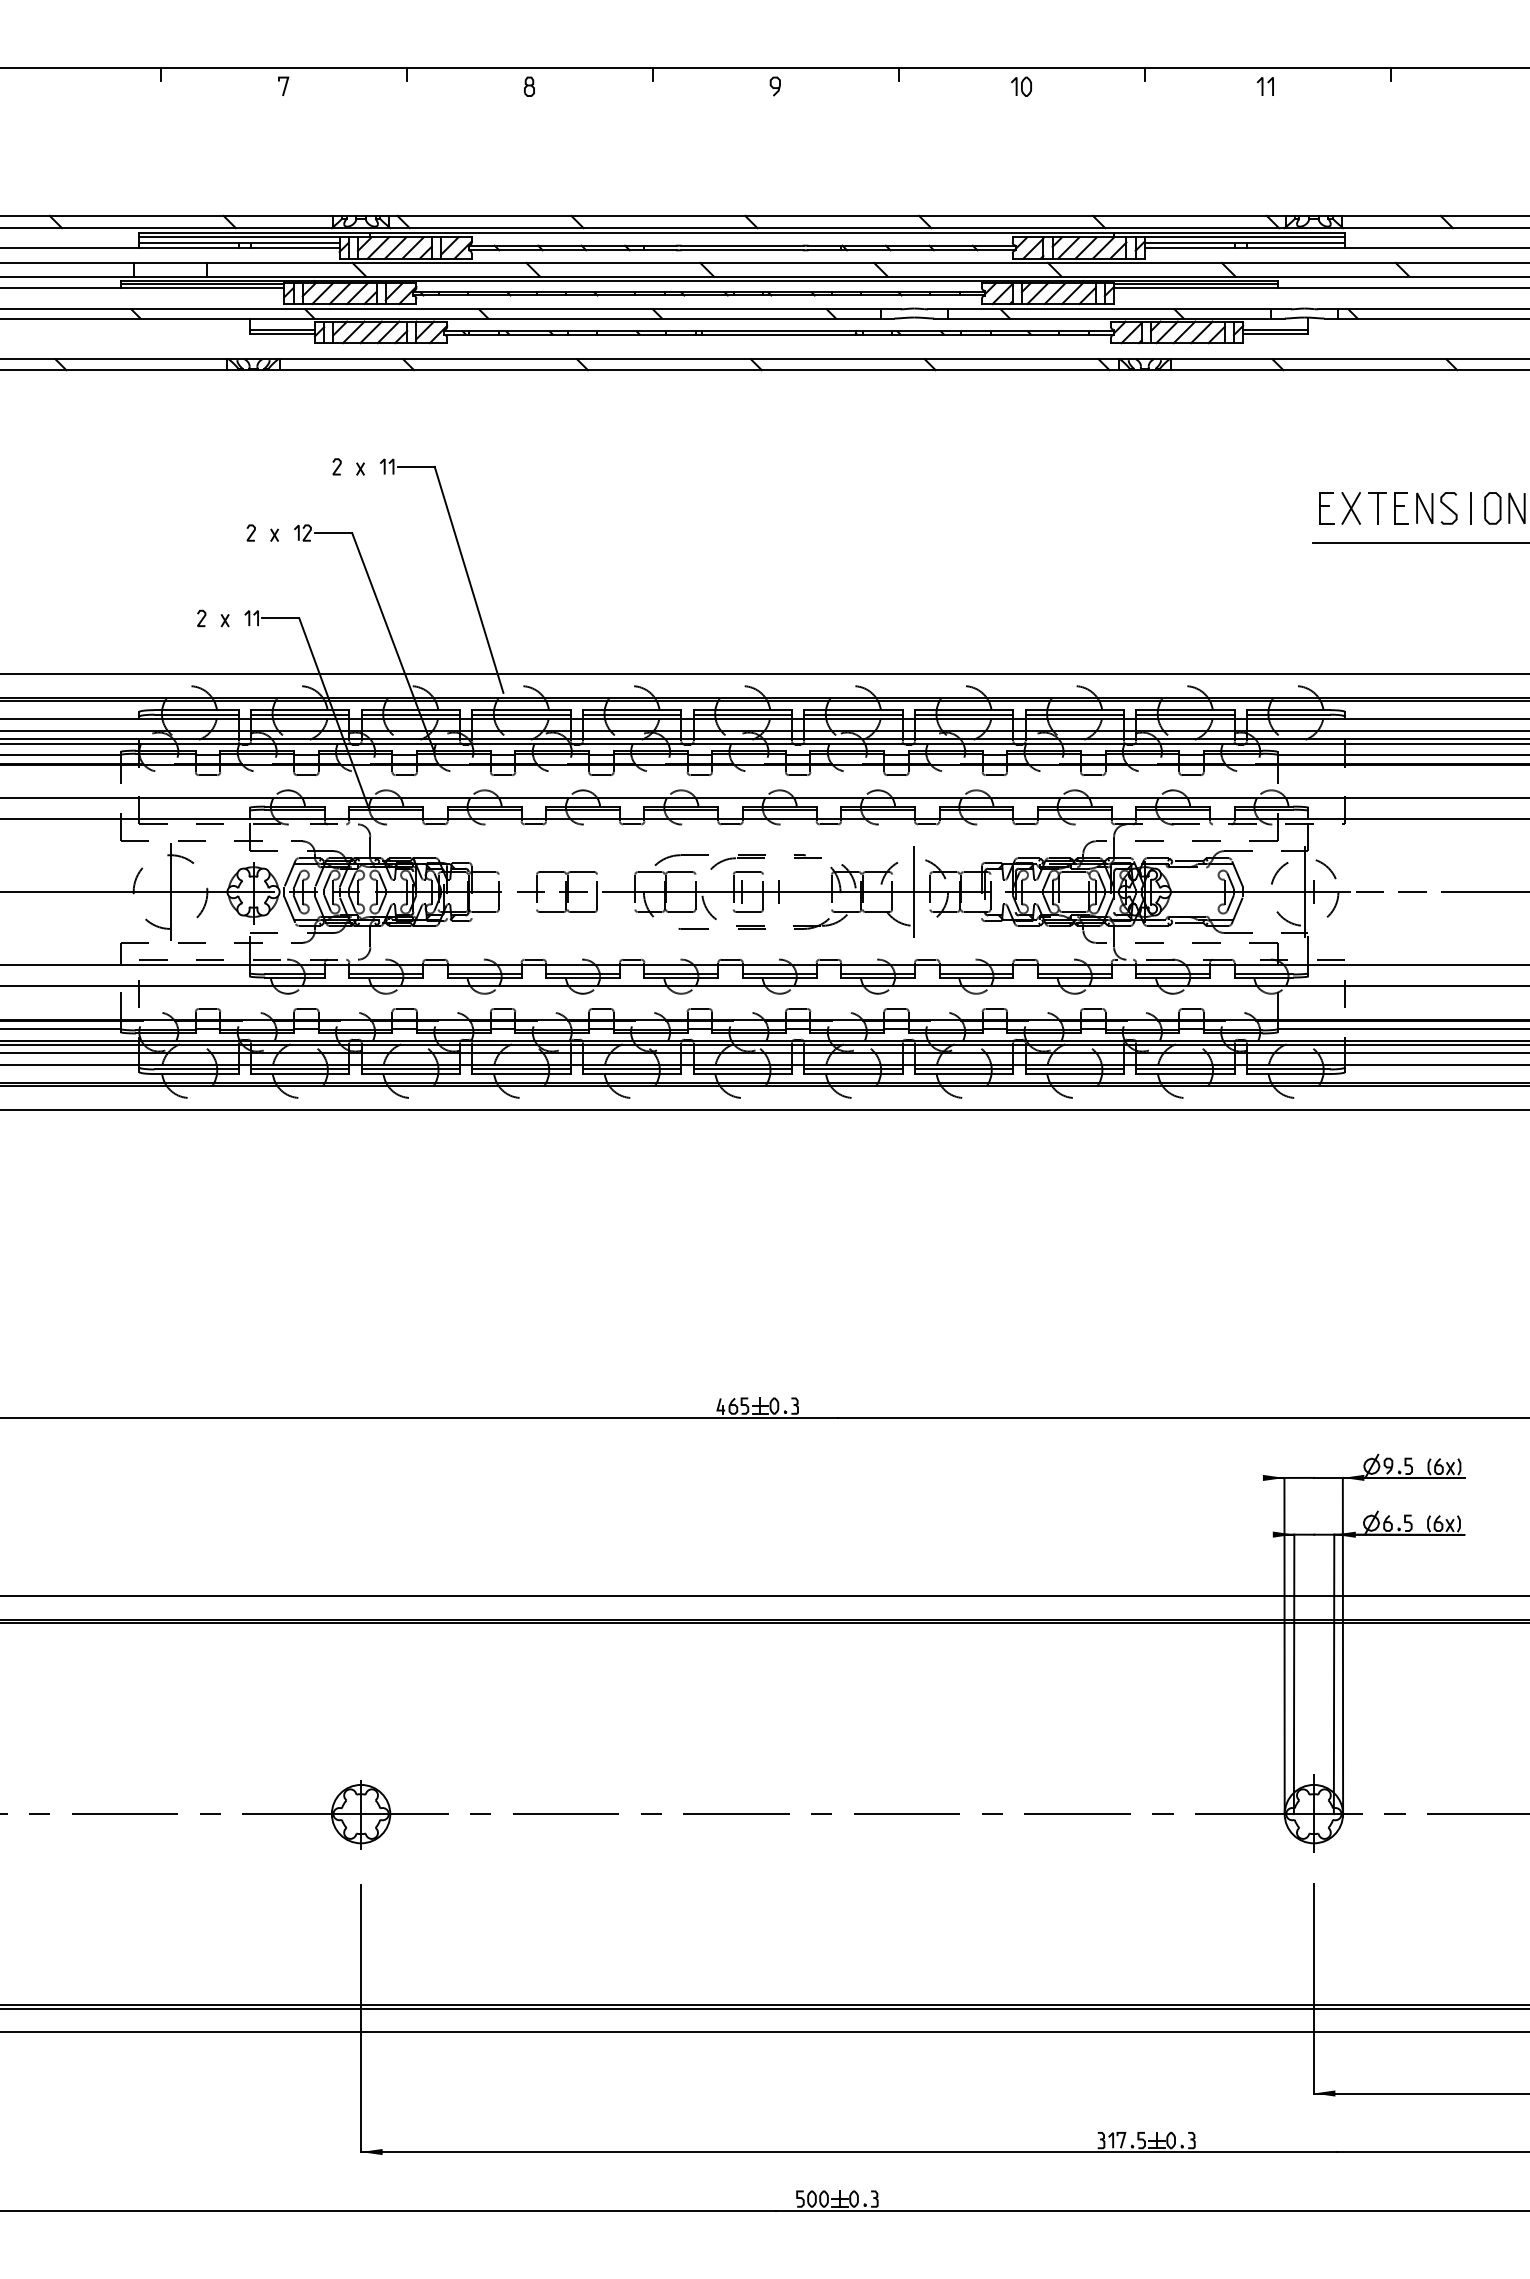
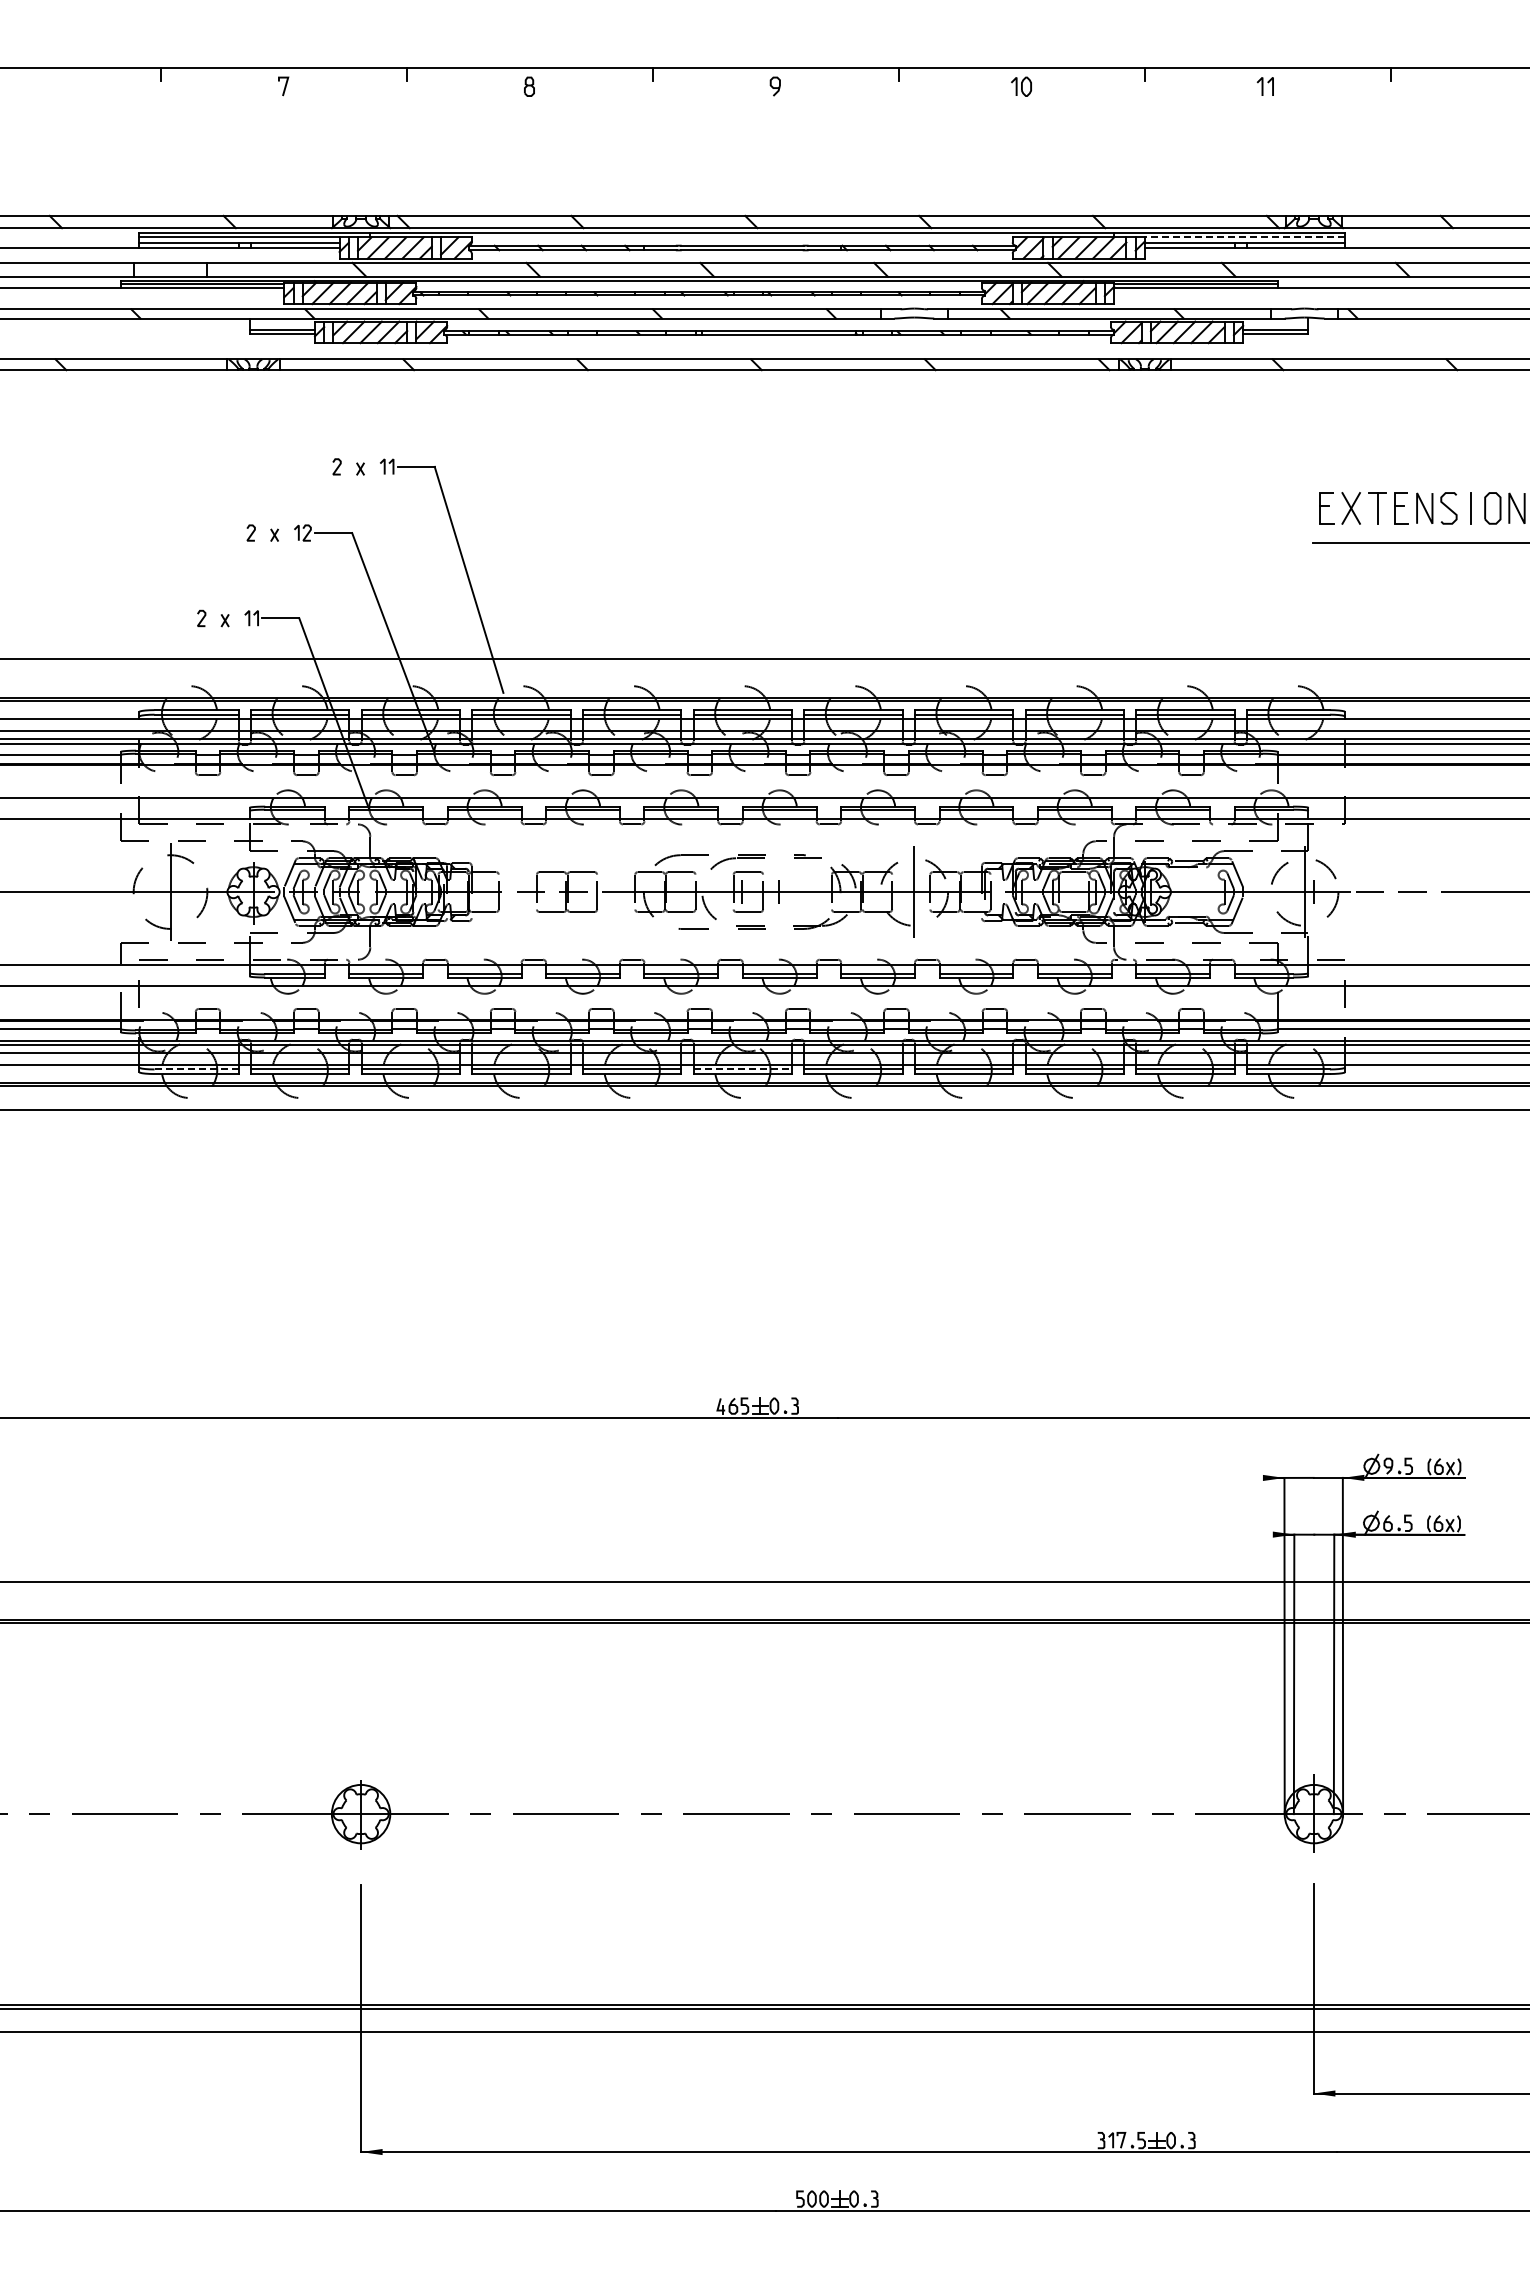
line at (1244, 237): solid -> dashed
line at (764, 674) position: (764, 674) -> (764, 659)
line at (197, 1069): solid -> dashed
line at (743, 1069): solid -> dashed
line at (764, 1596) position: (764, 1596) -> (764, 1582)
